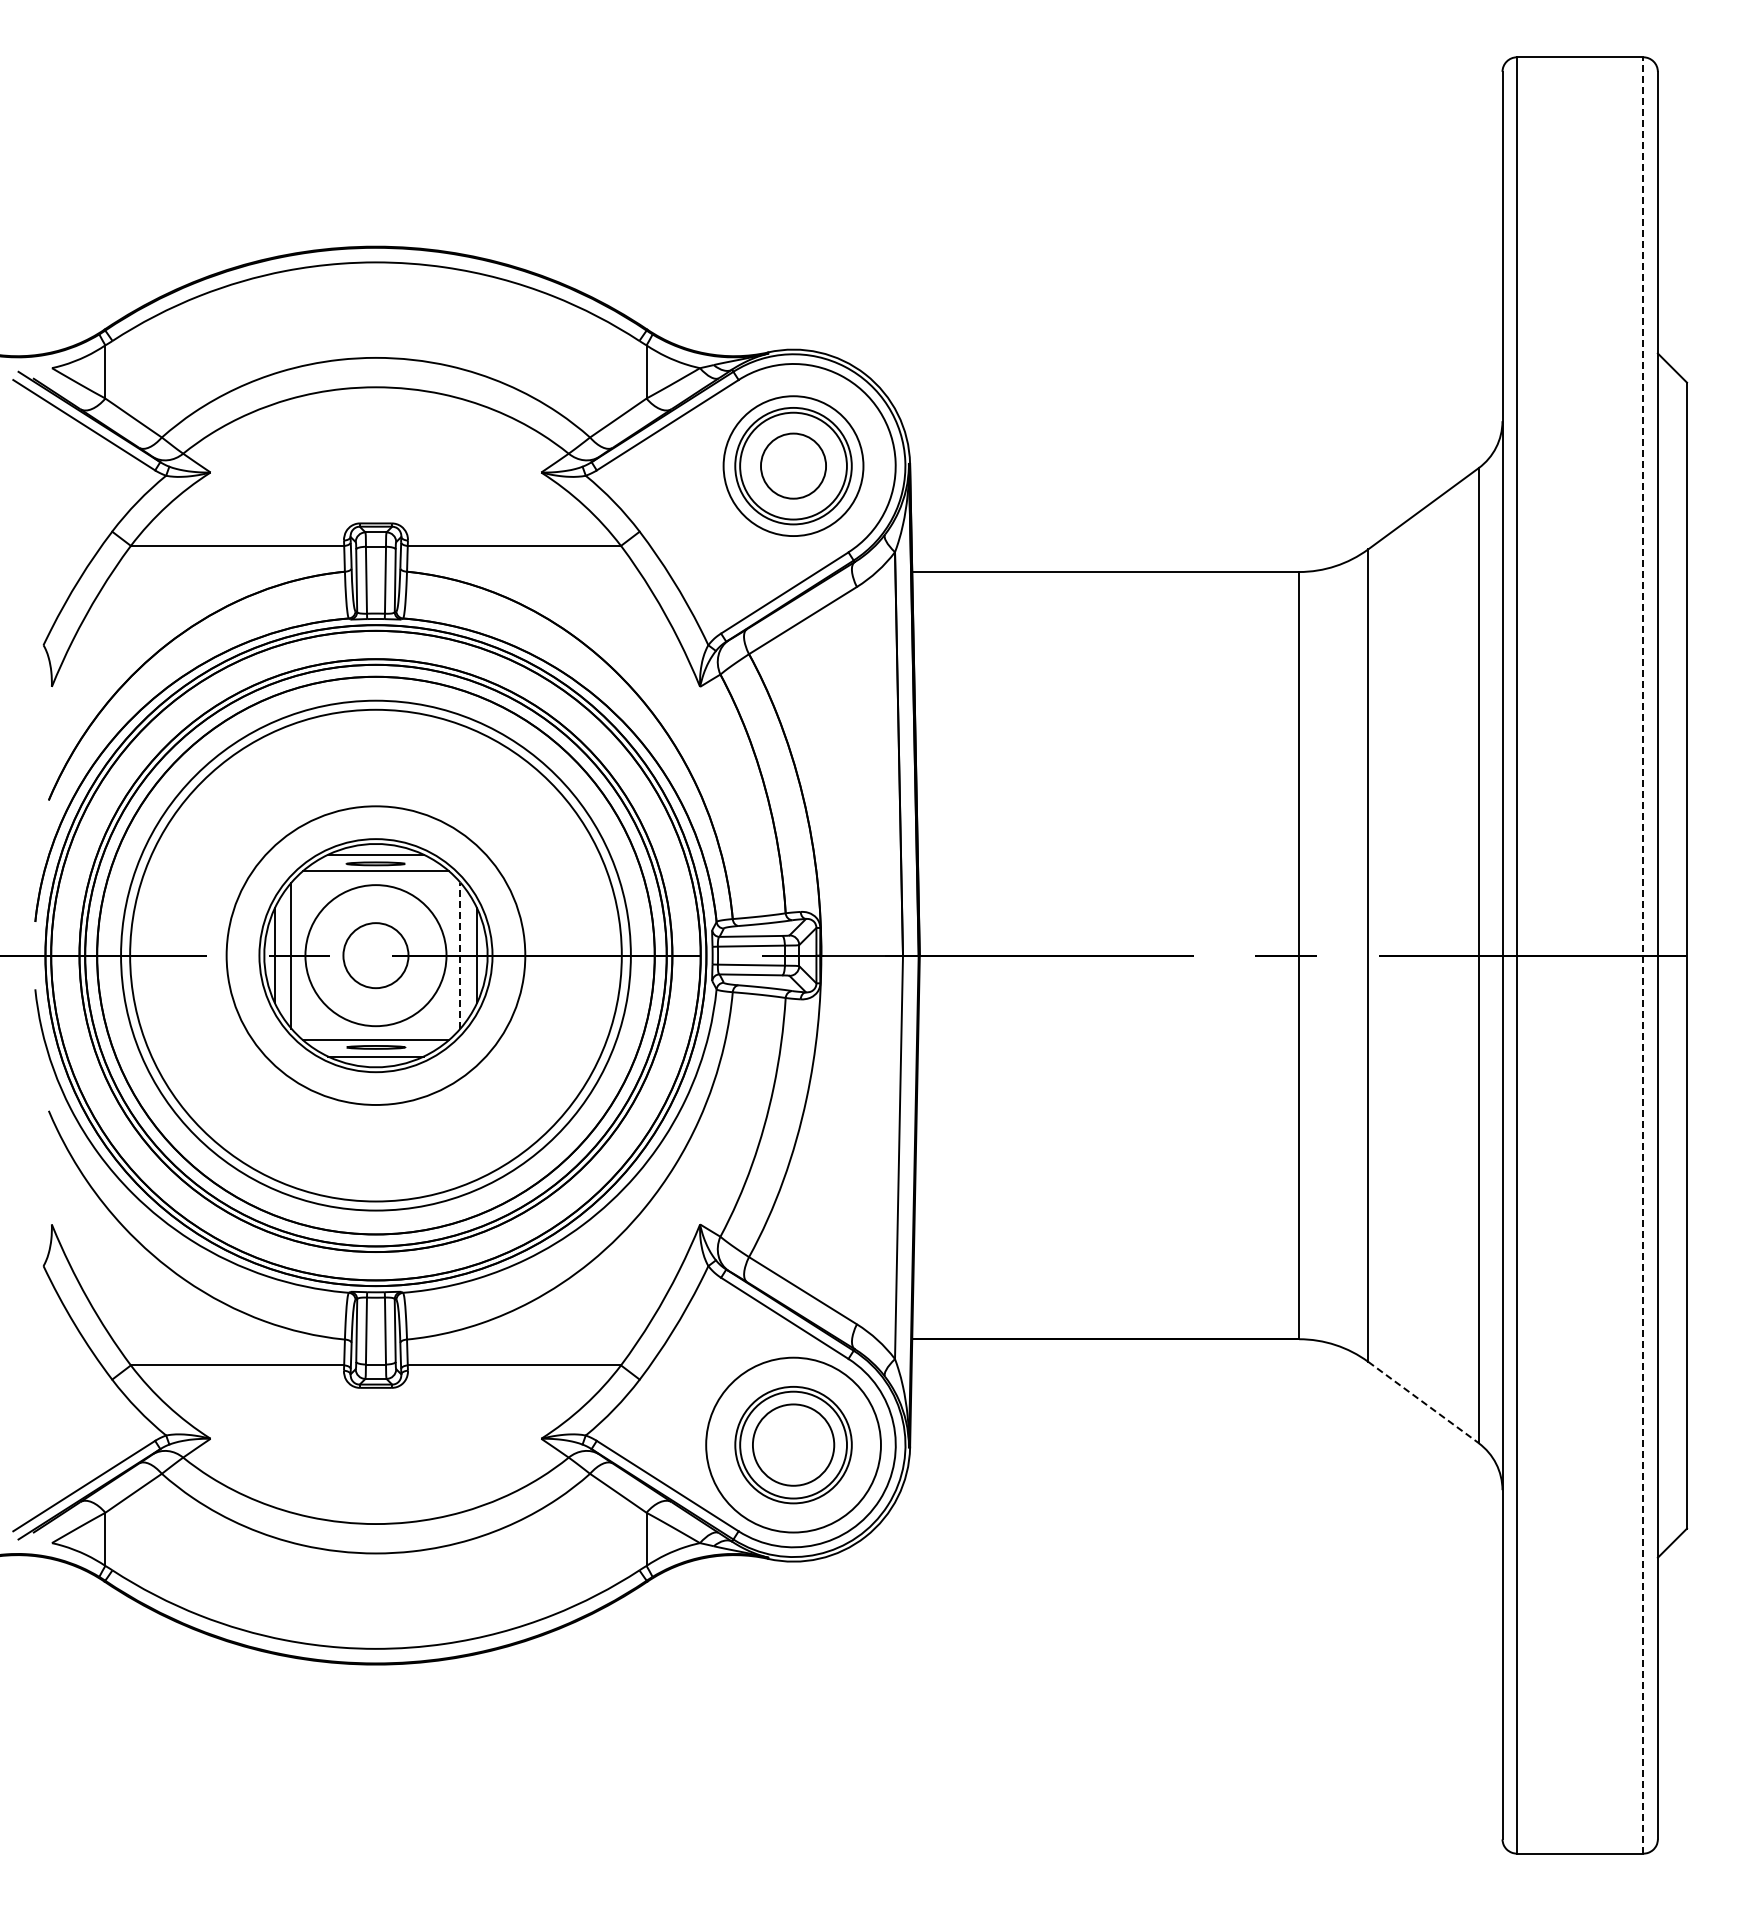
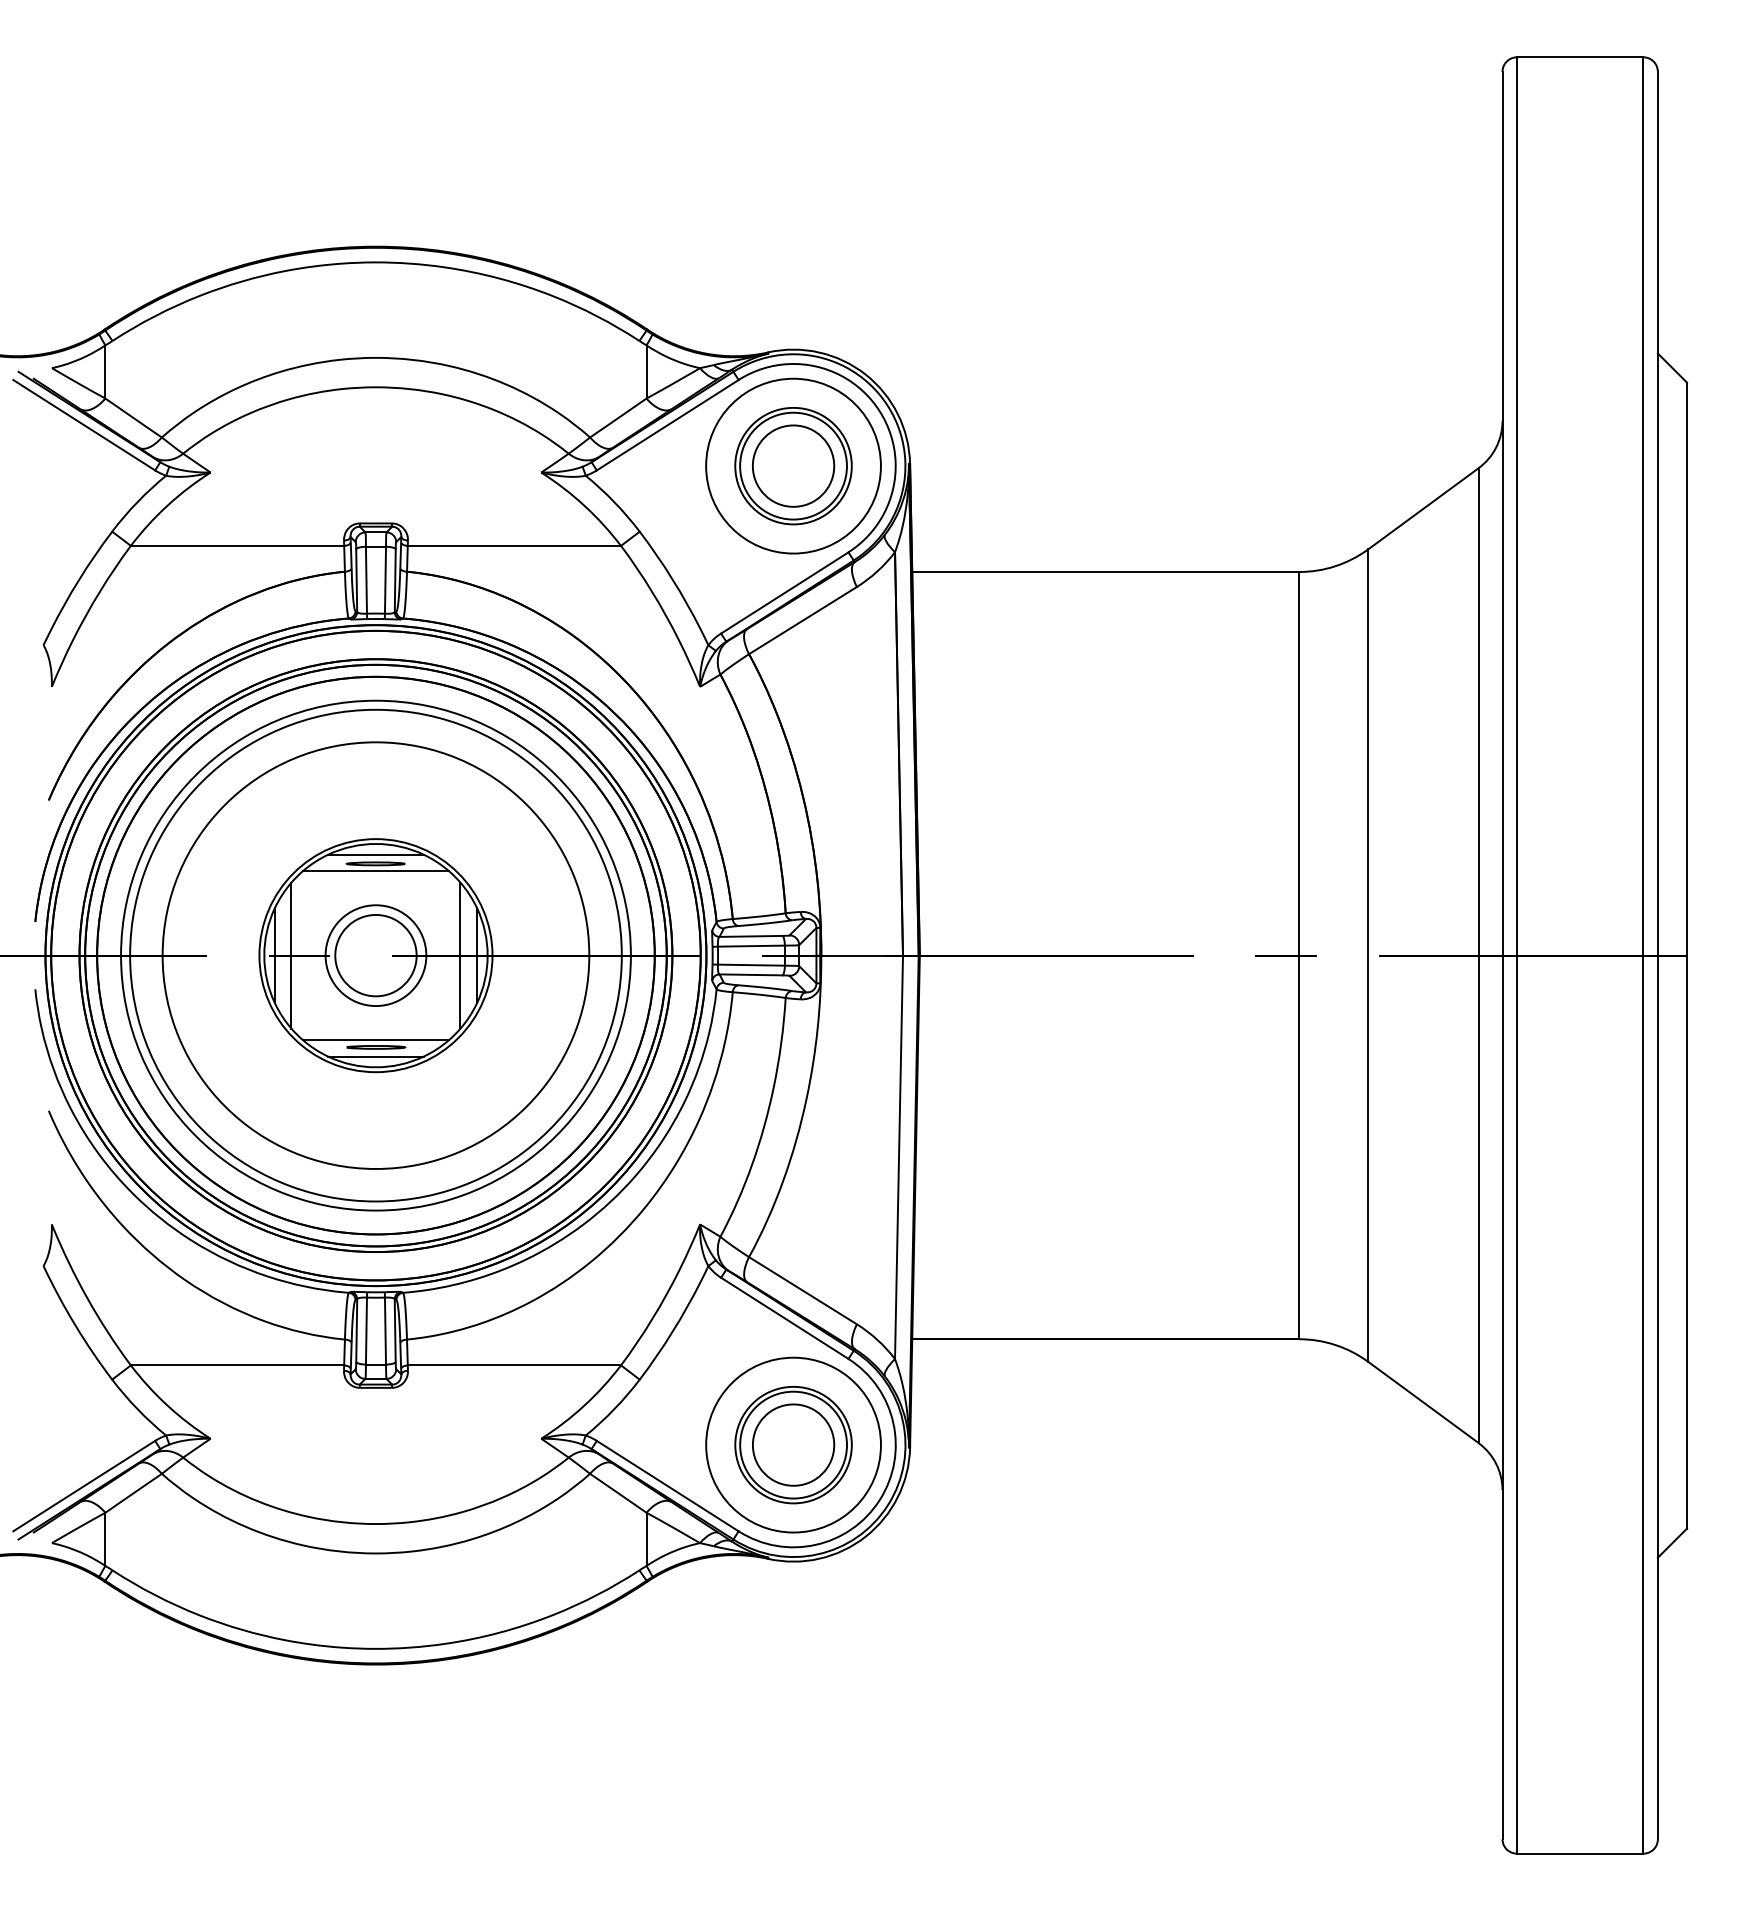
circle at (793, 465) diameter: 65 px -> 81 px
circle at (793, 466) diameter: 140 px -> 175 px
line at (1643, 954): dashed -> solid
circle at (375, 955) diameter: 141 px -> 101 px
circle at (375, 955) diameter: 299 px -> 427 px
circle at (375, 955) diameter: 65 px -> 81 px
line at (460, 955): dashed -> solid
line at (1423, 1402): dashed -> solid
